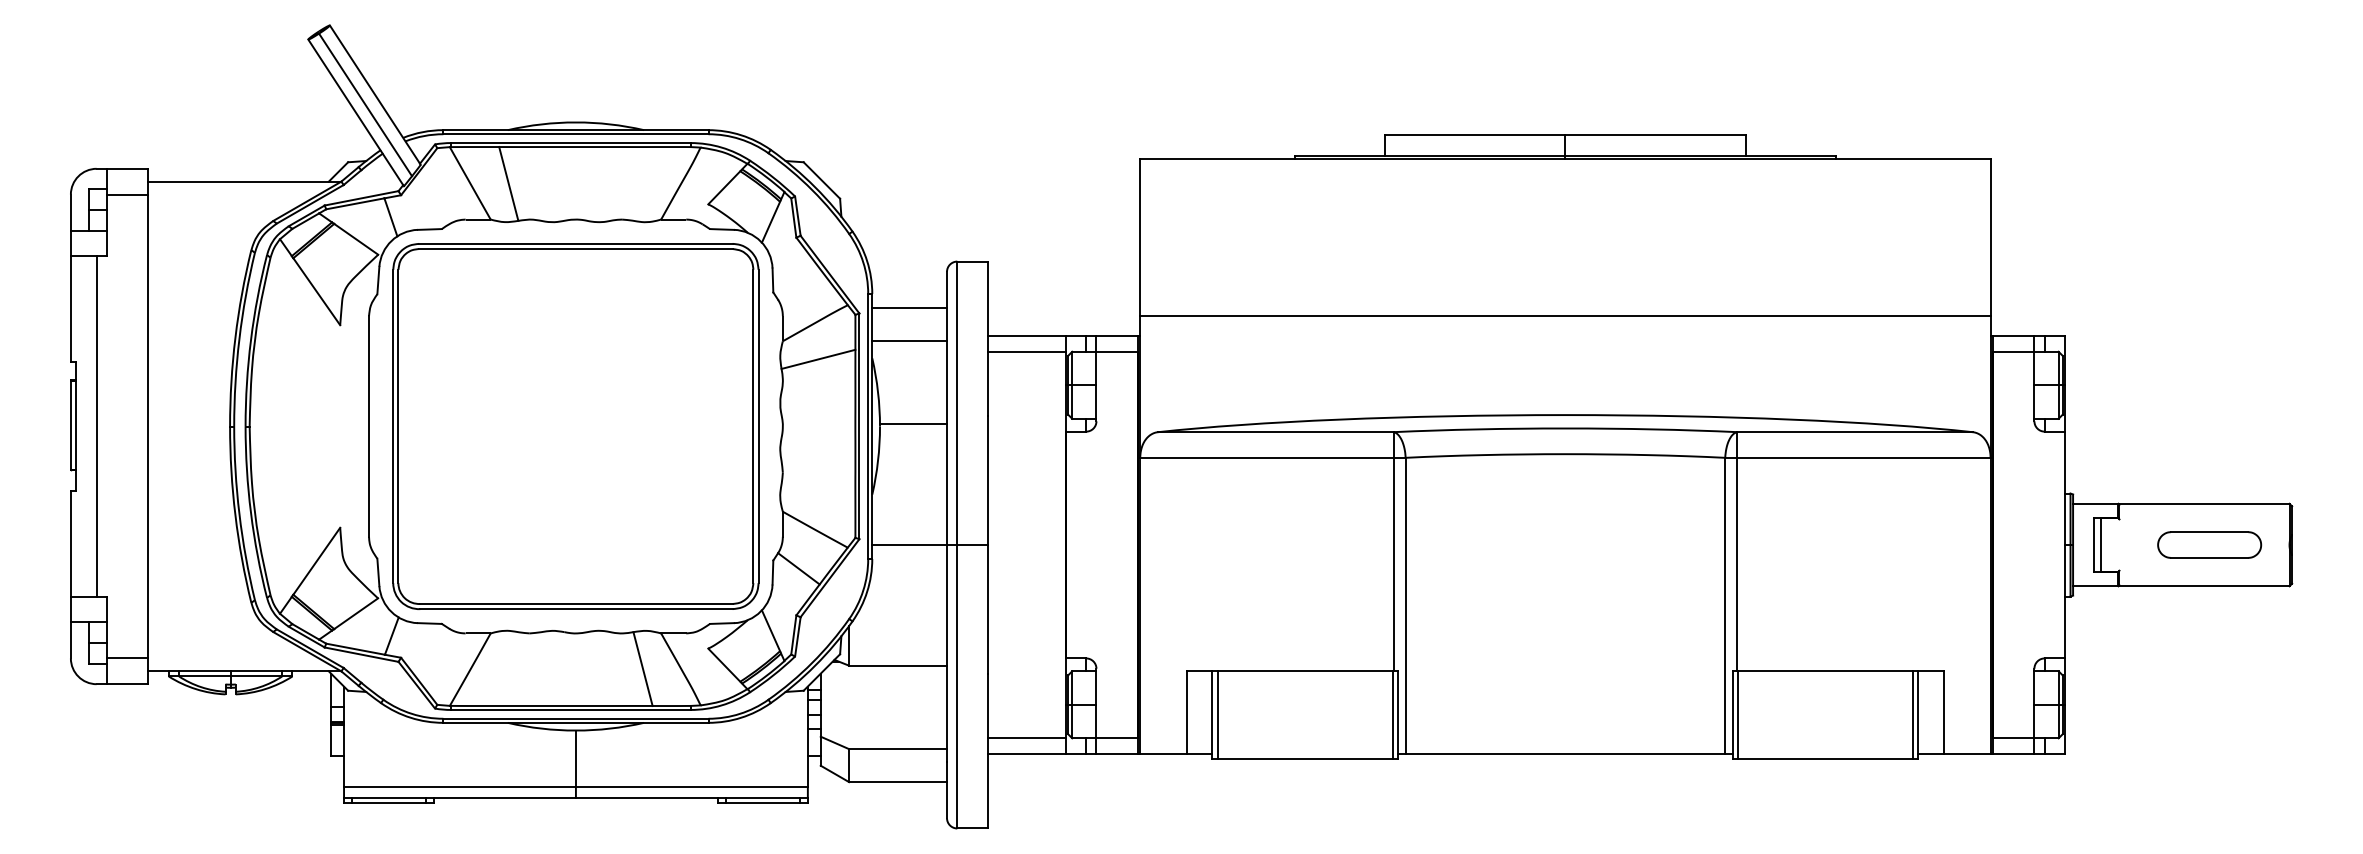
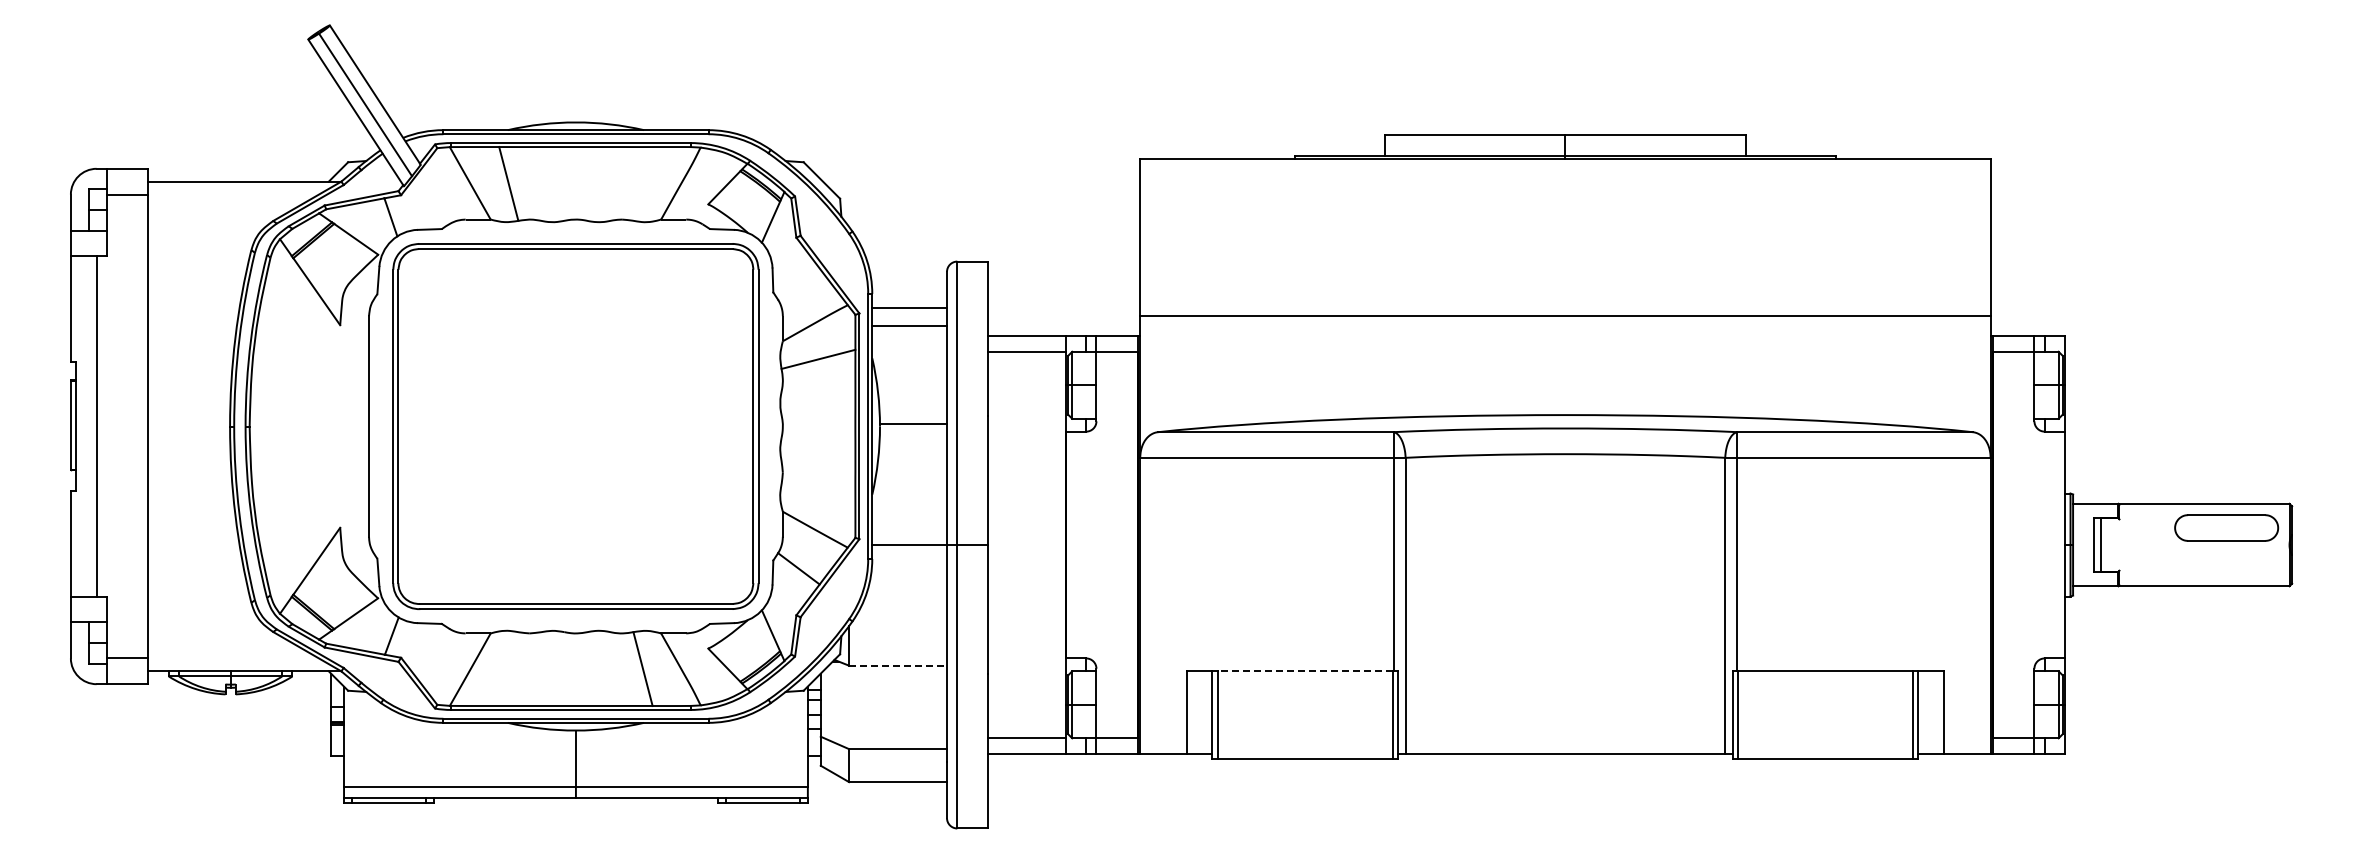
line at (909, 340) position: (909, 340) -> (909, 325)
part at (2209, 544) position: (2209, 544) -> (2226, 527)
line at (898, 665): solid -> dashed
line at (1305, 671): solid -> dashed
